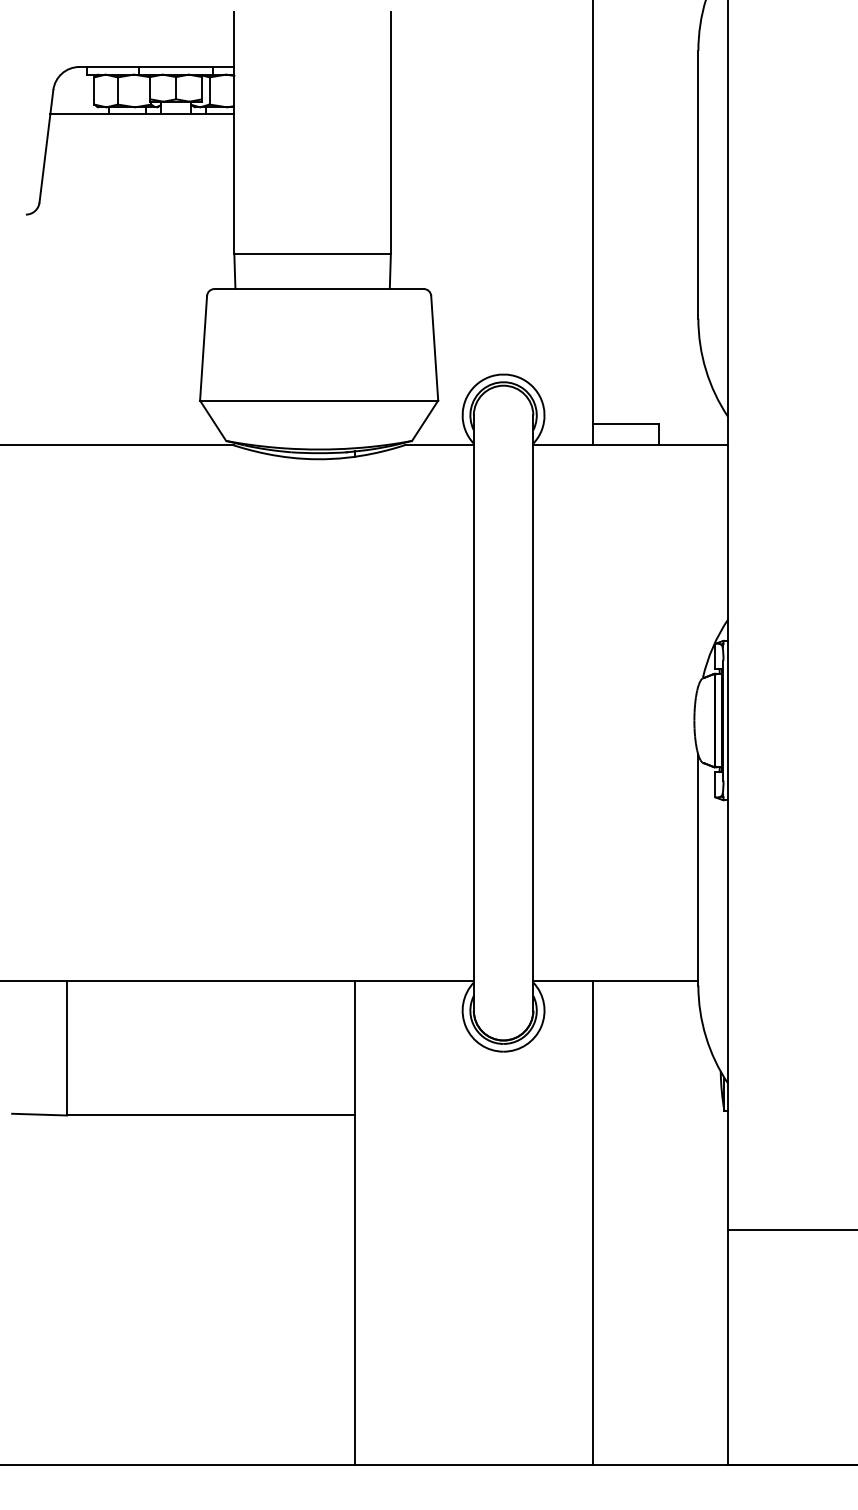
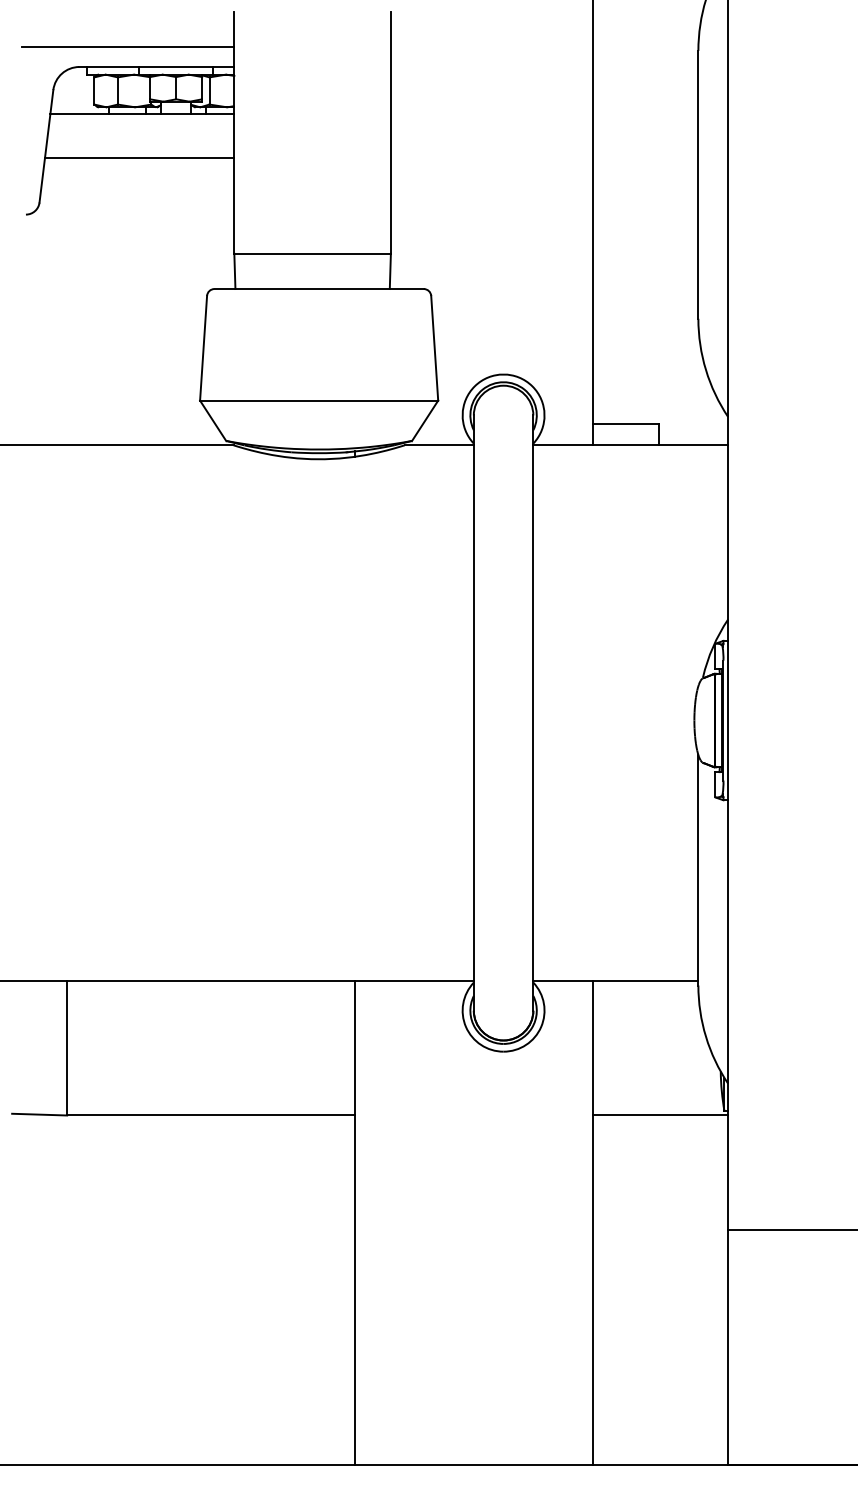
line at (128, 46): none -> present
line at (139, 158): none -> present
line at (660, 1115): none -> present
